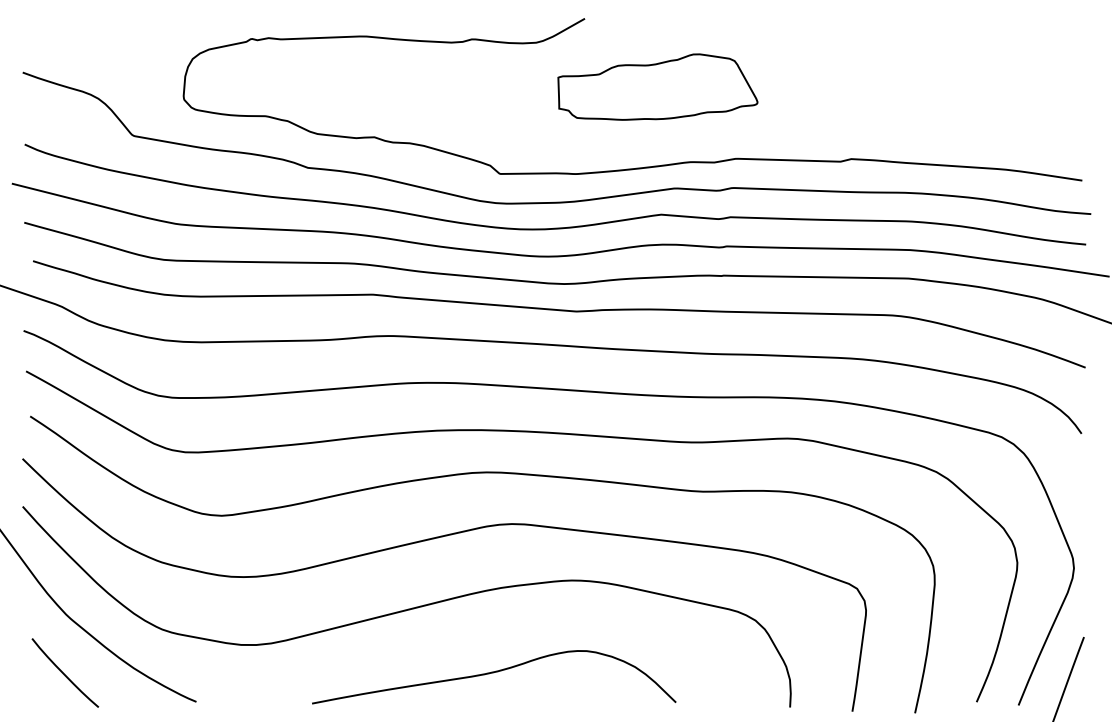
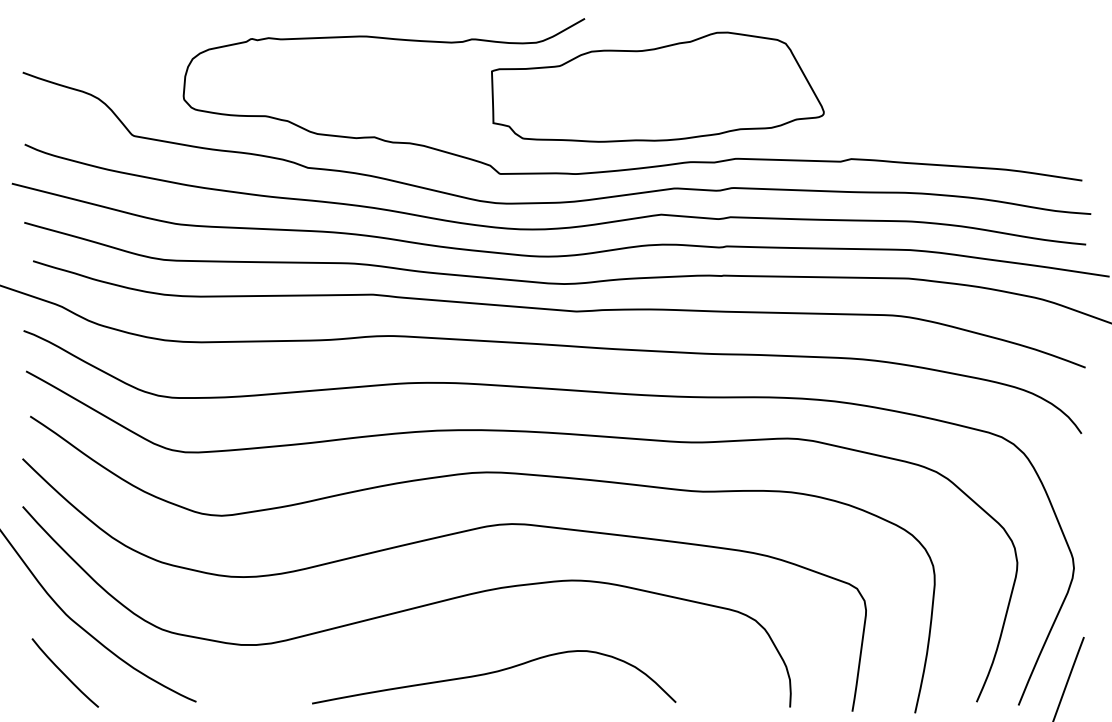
part at (657, 86) size: 202x68 px -> 334x112 px
